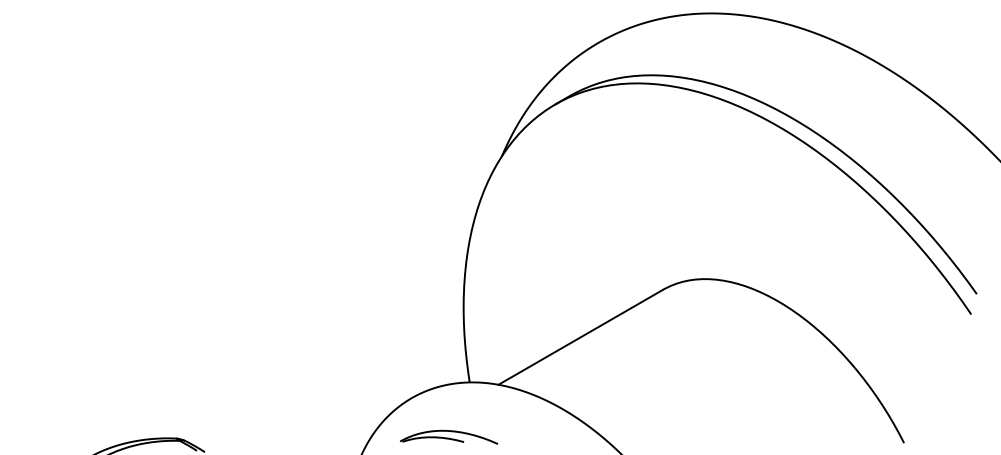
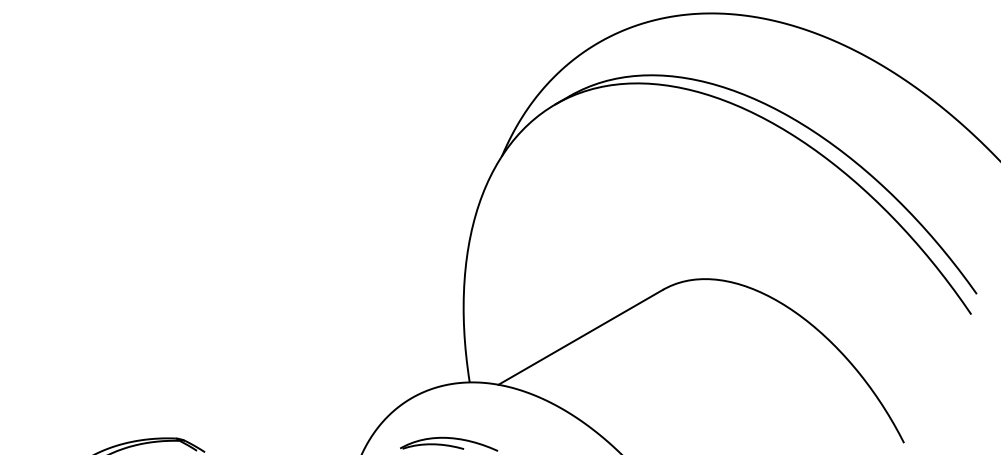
part at (449, 436) position: (449, 436) -> (449, 443)
